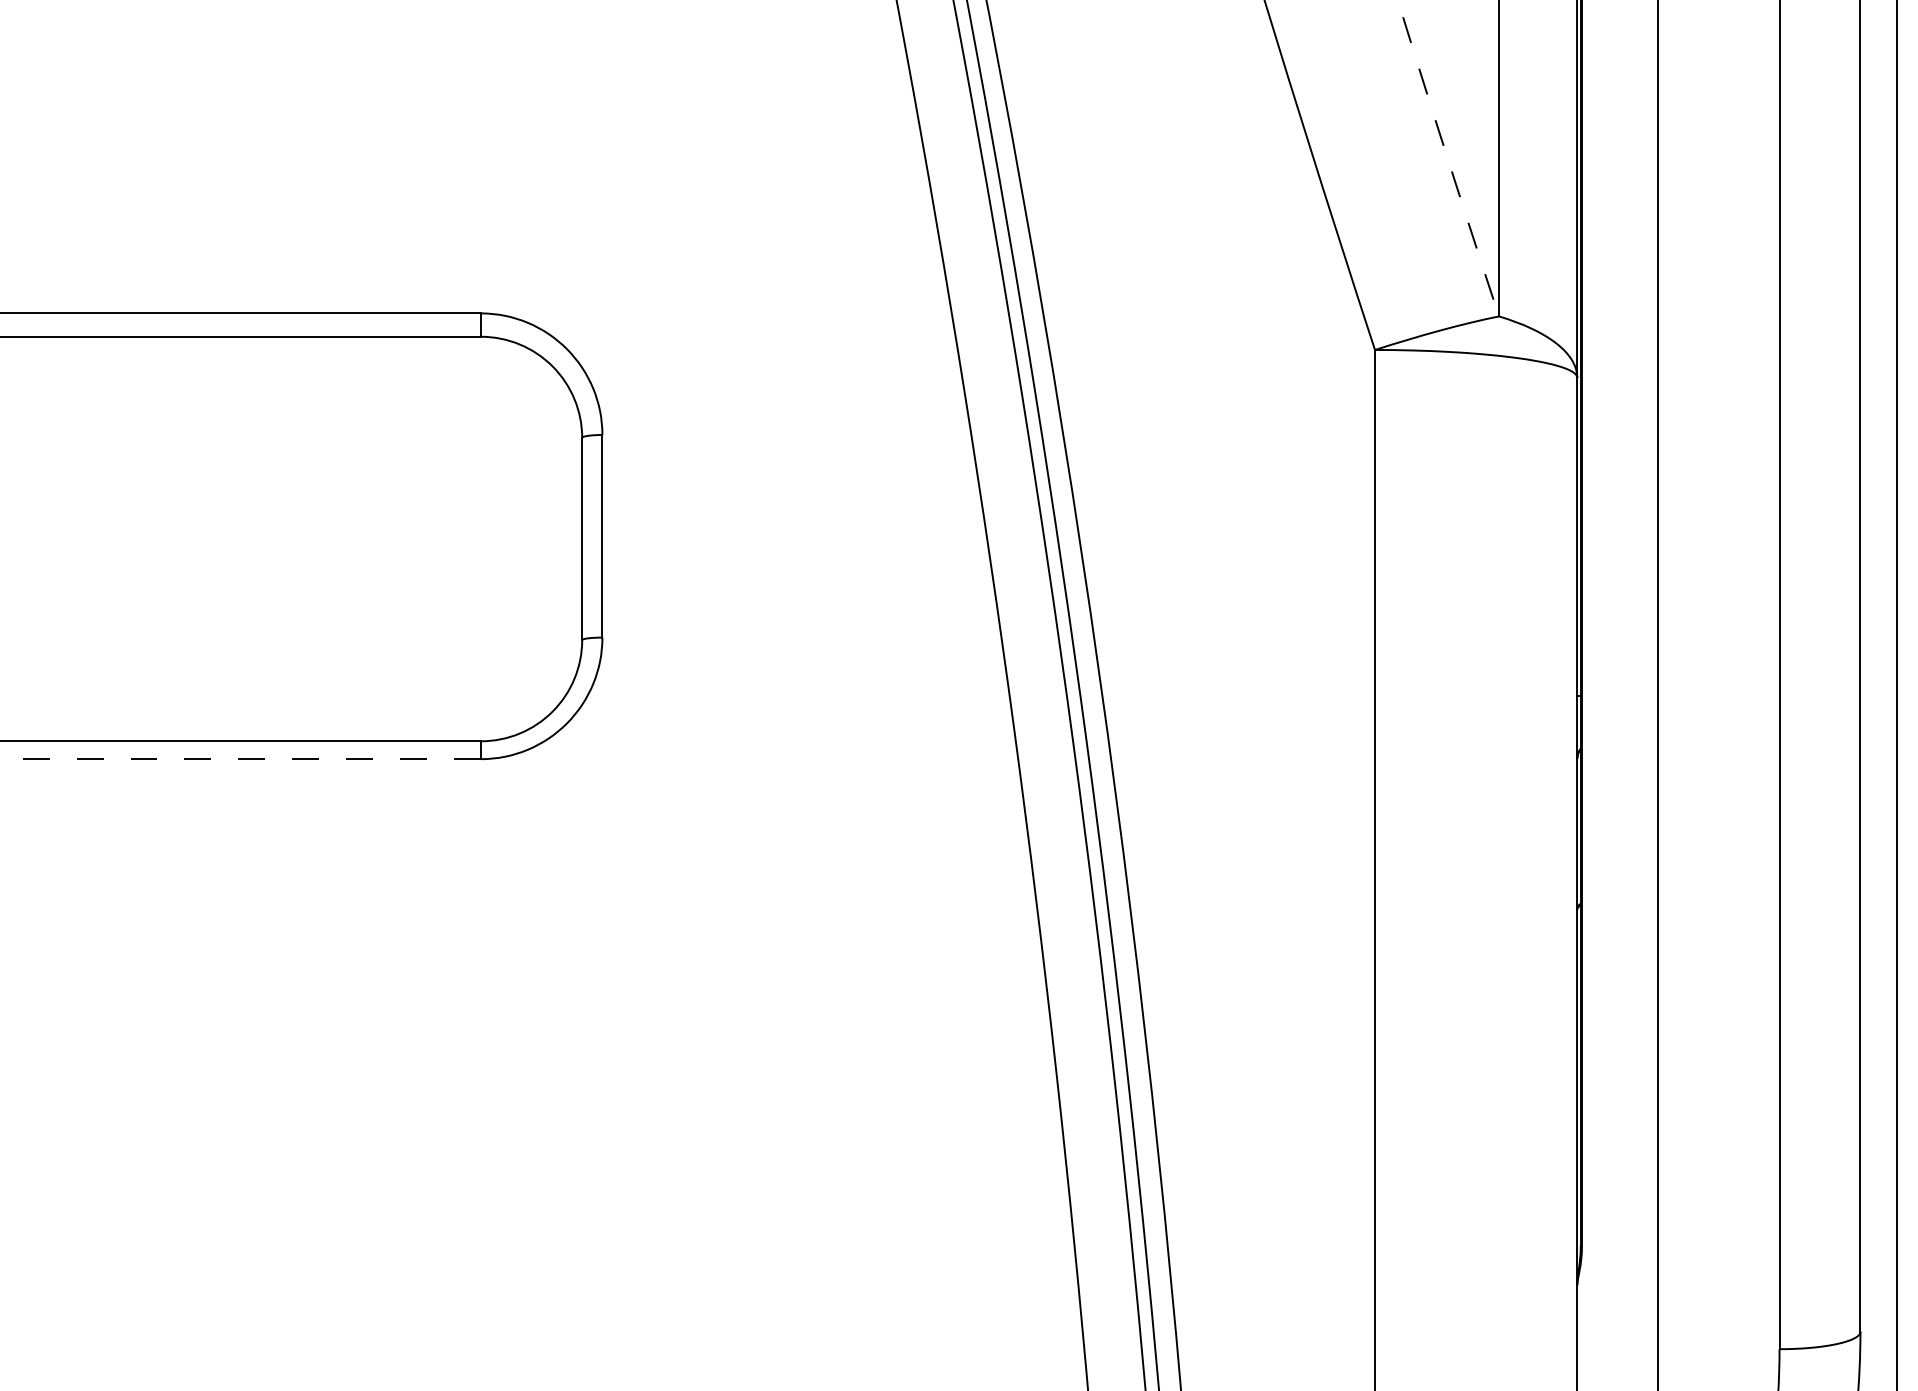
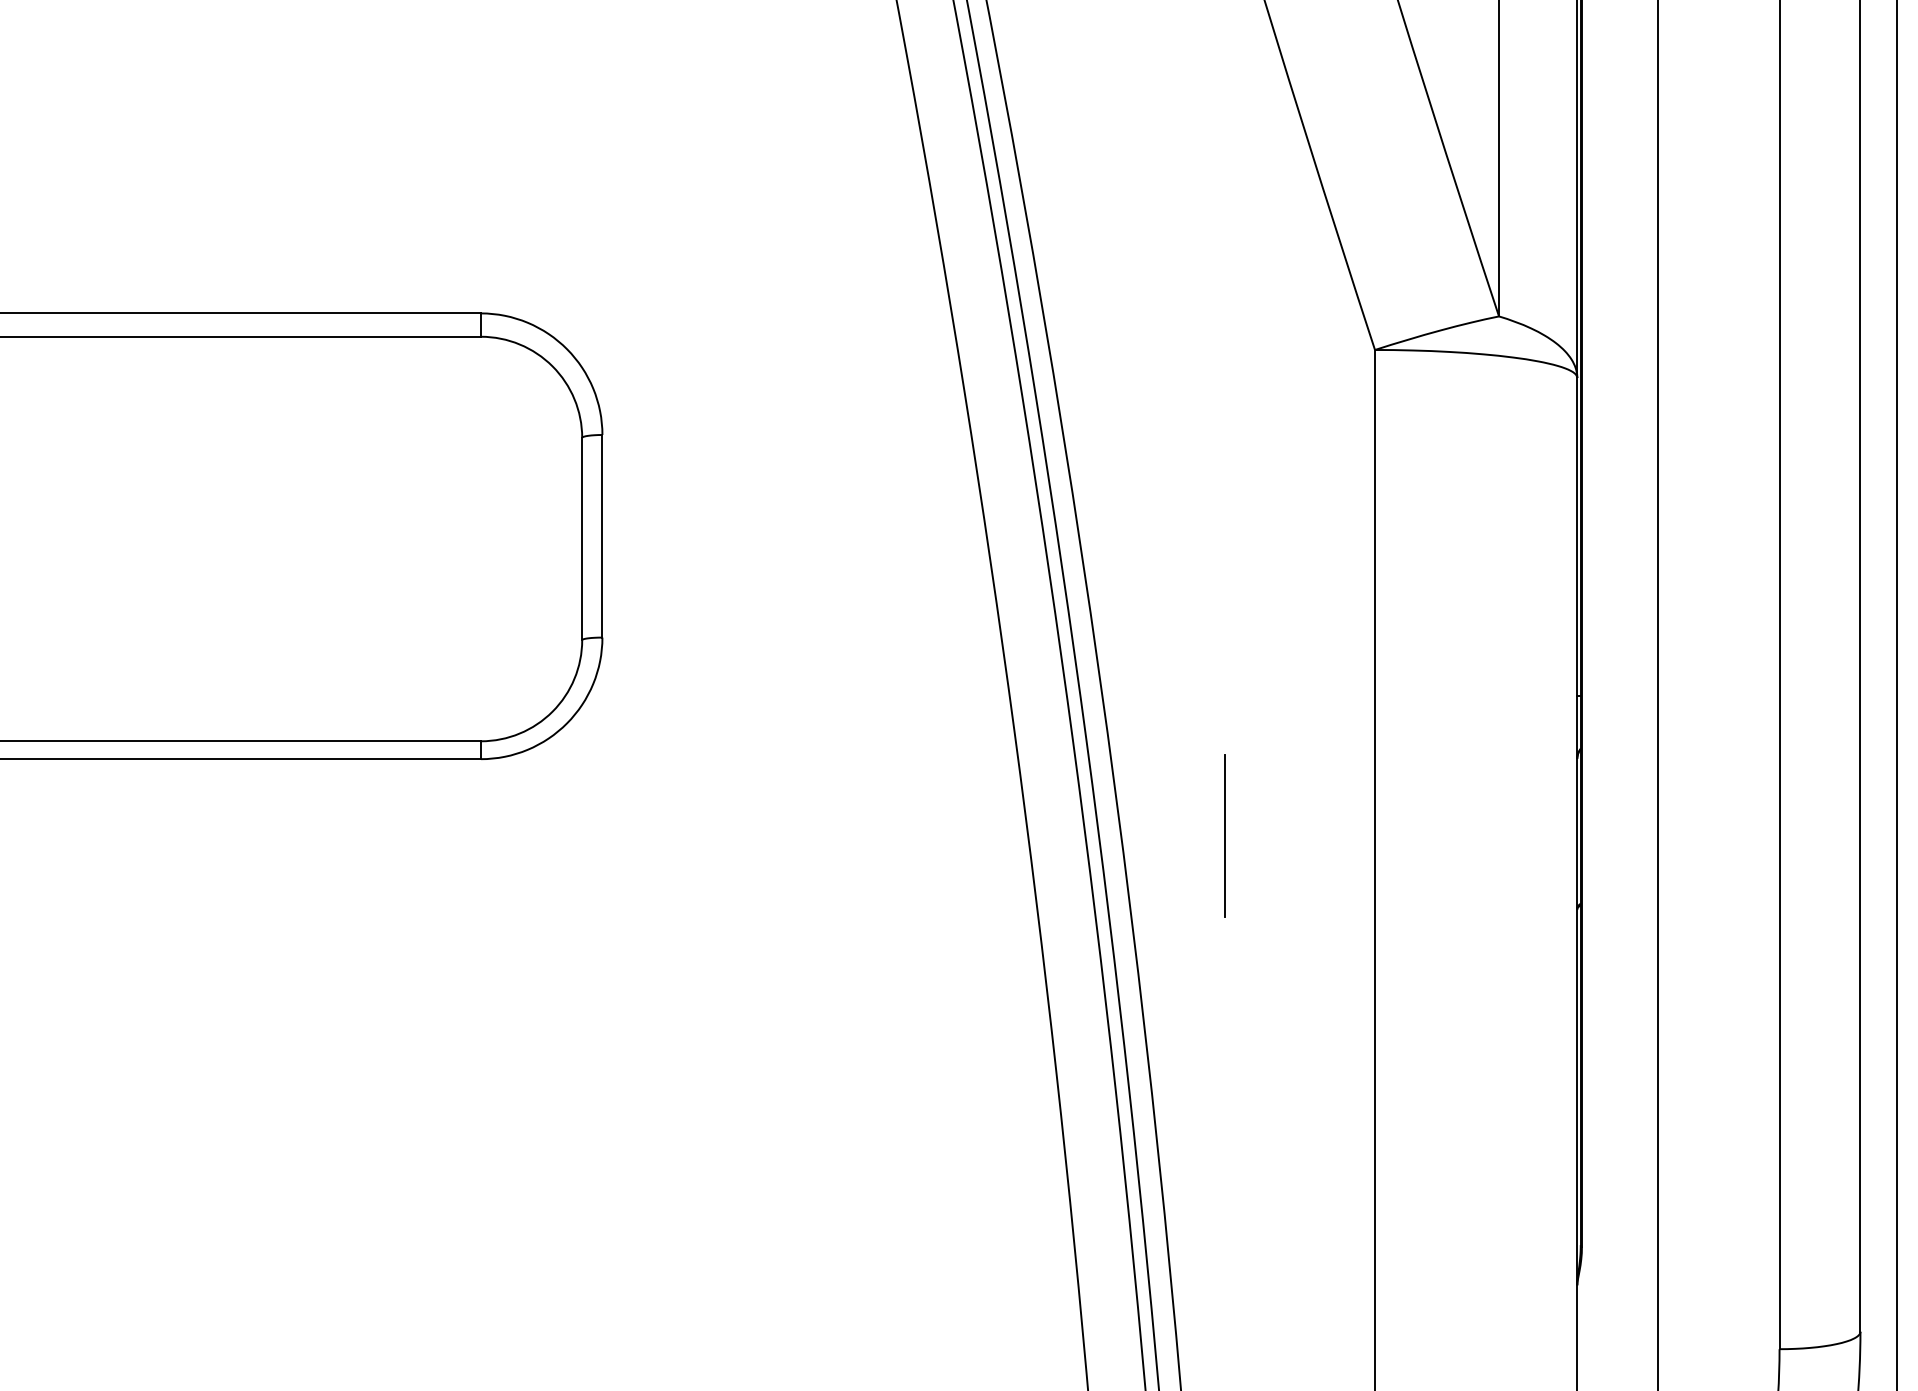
arc at (1448, 159): dashed -> solid
line at (240, 759): dashed -> solid
line at (1224, 835): none -> present
